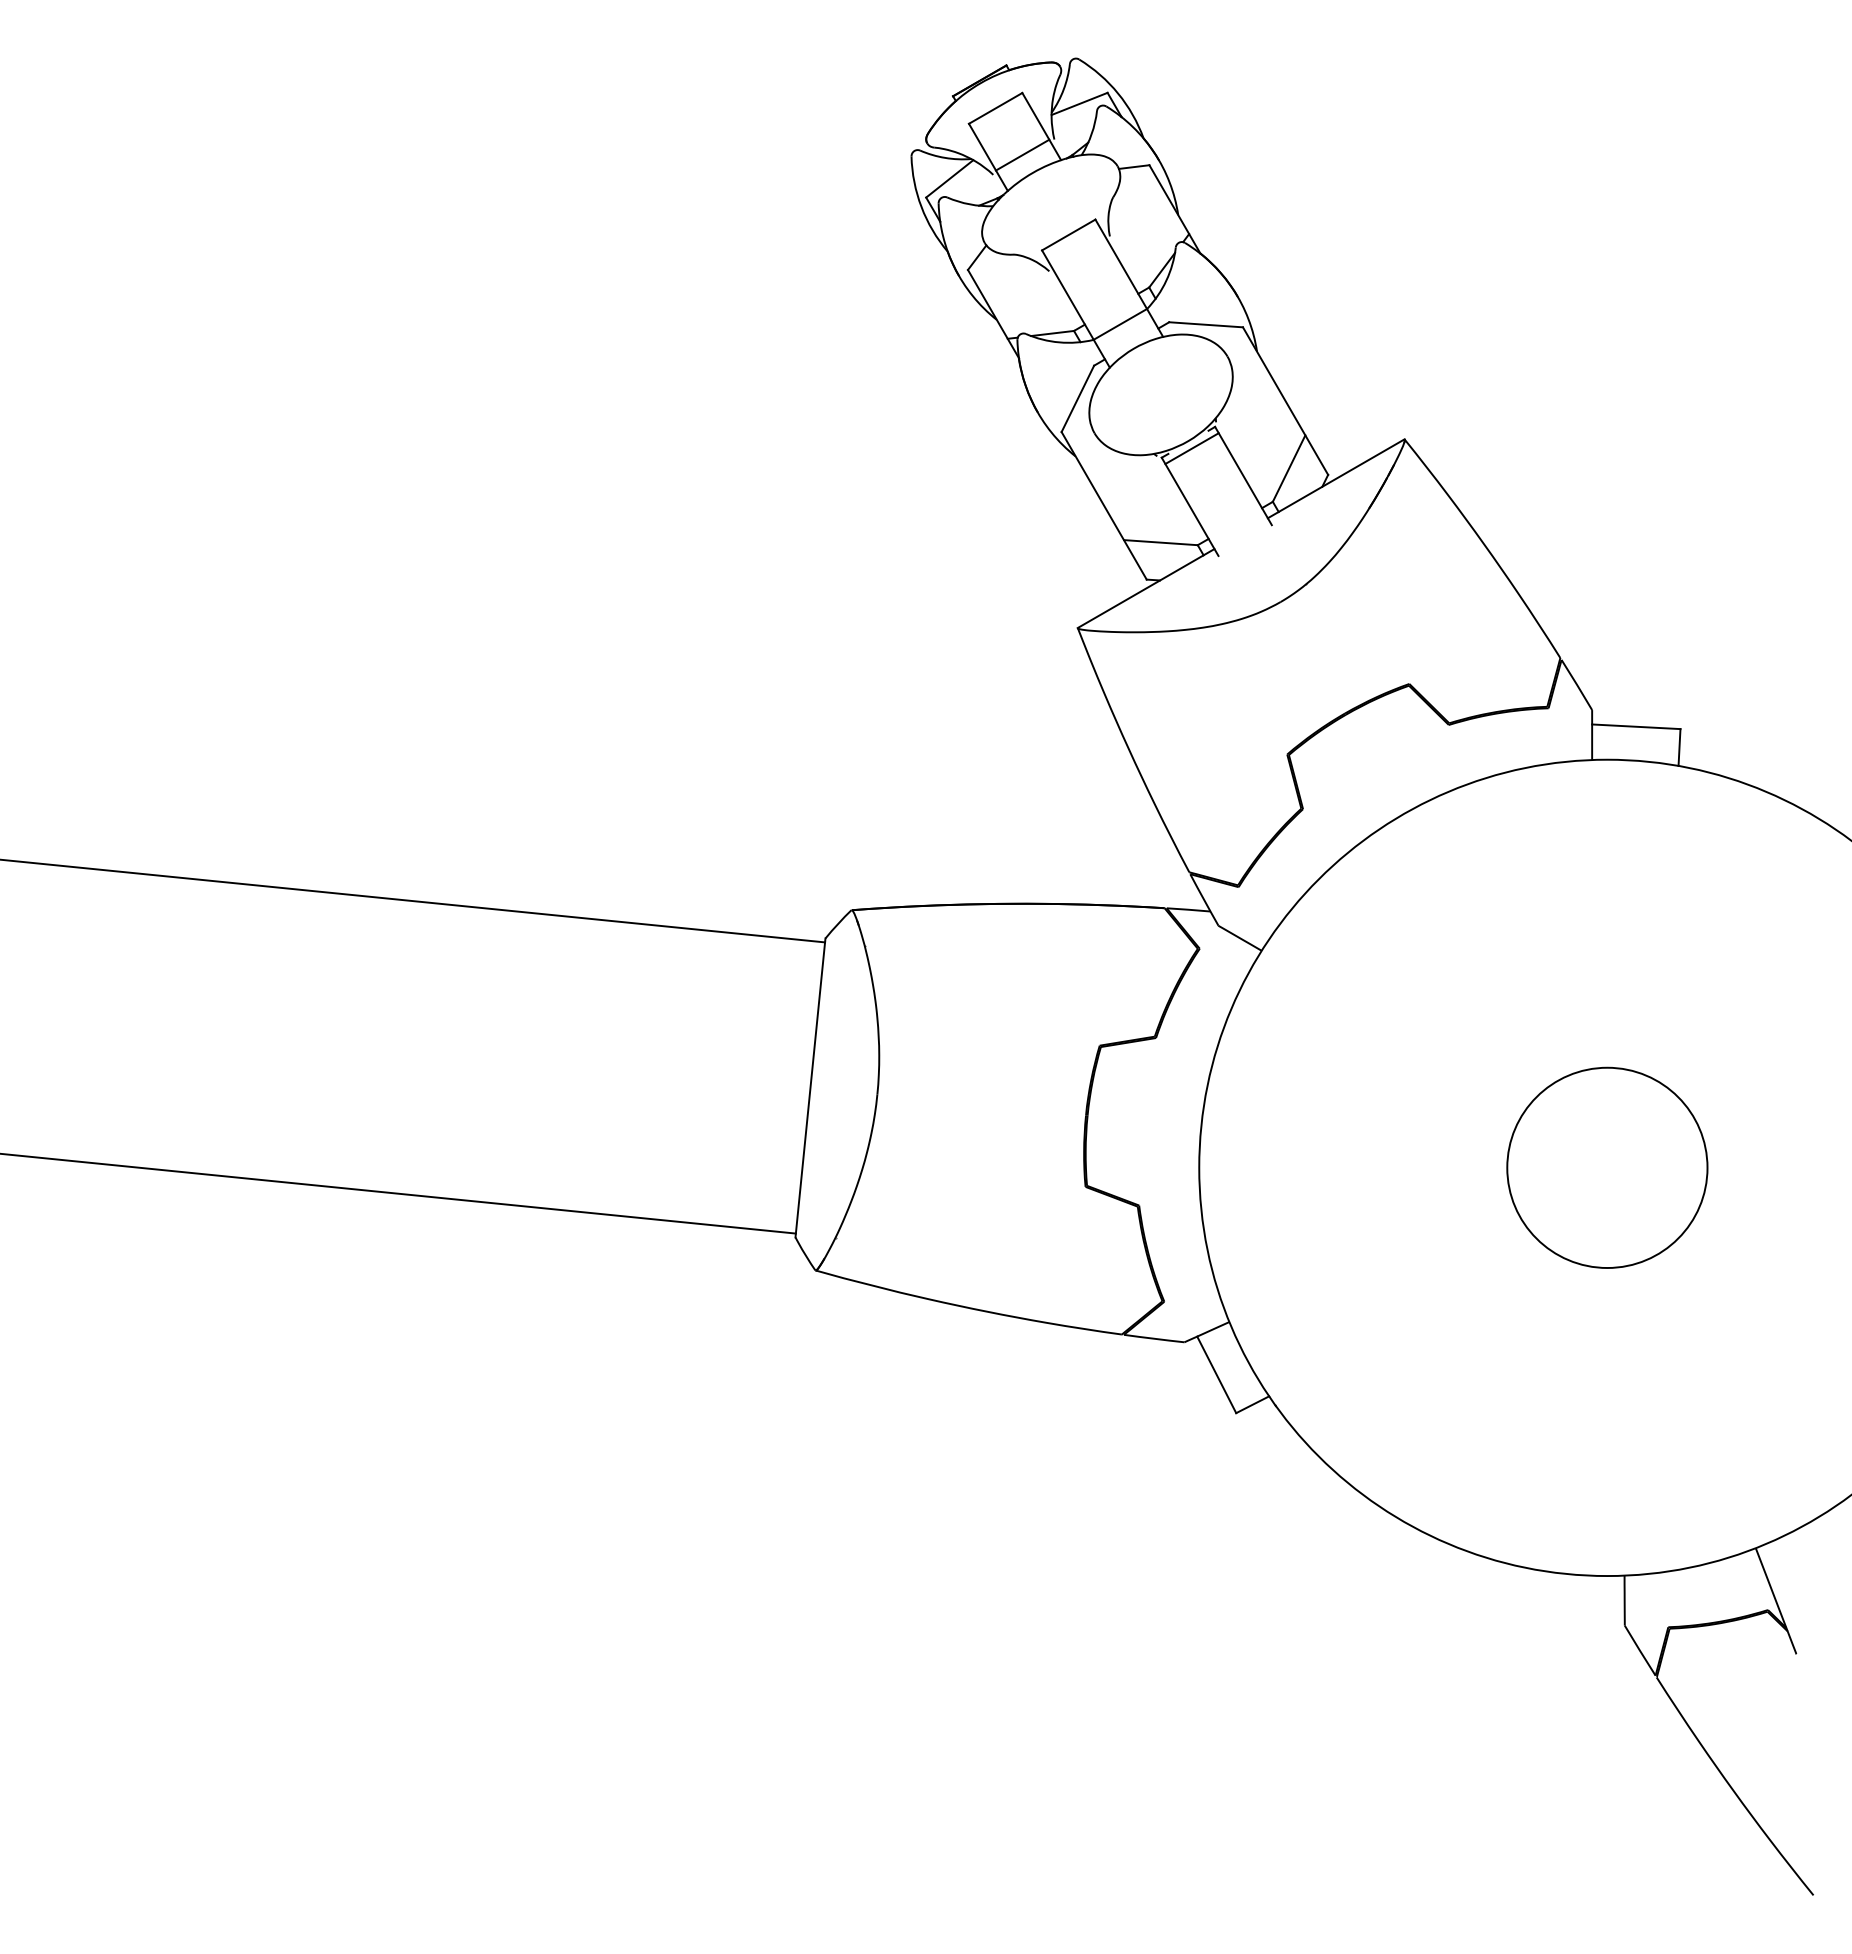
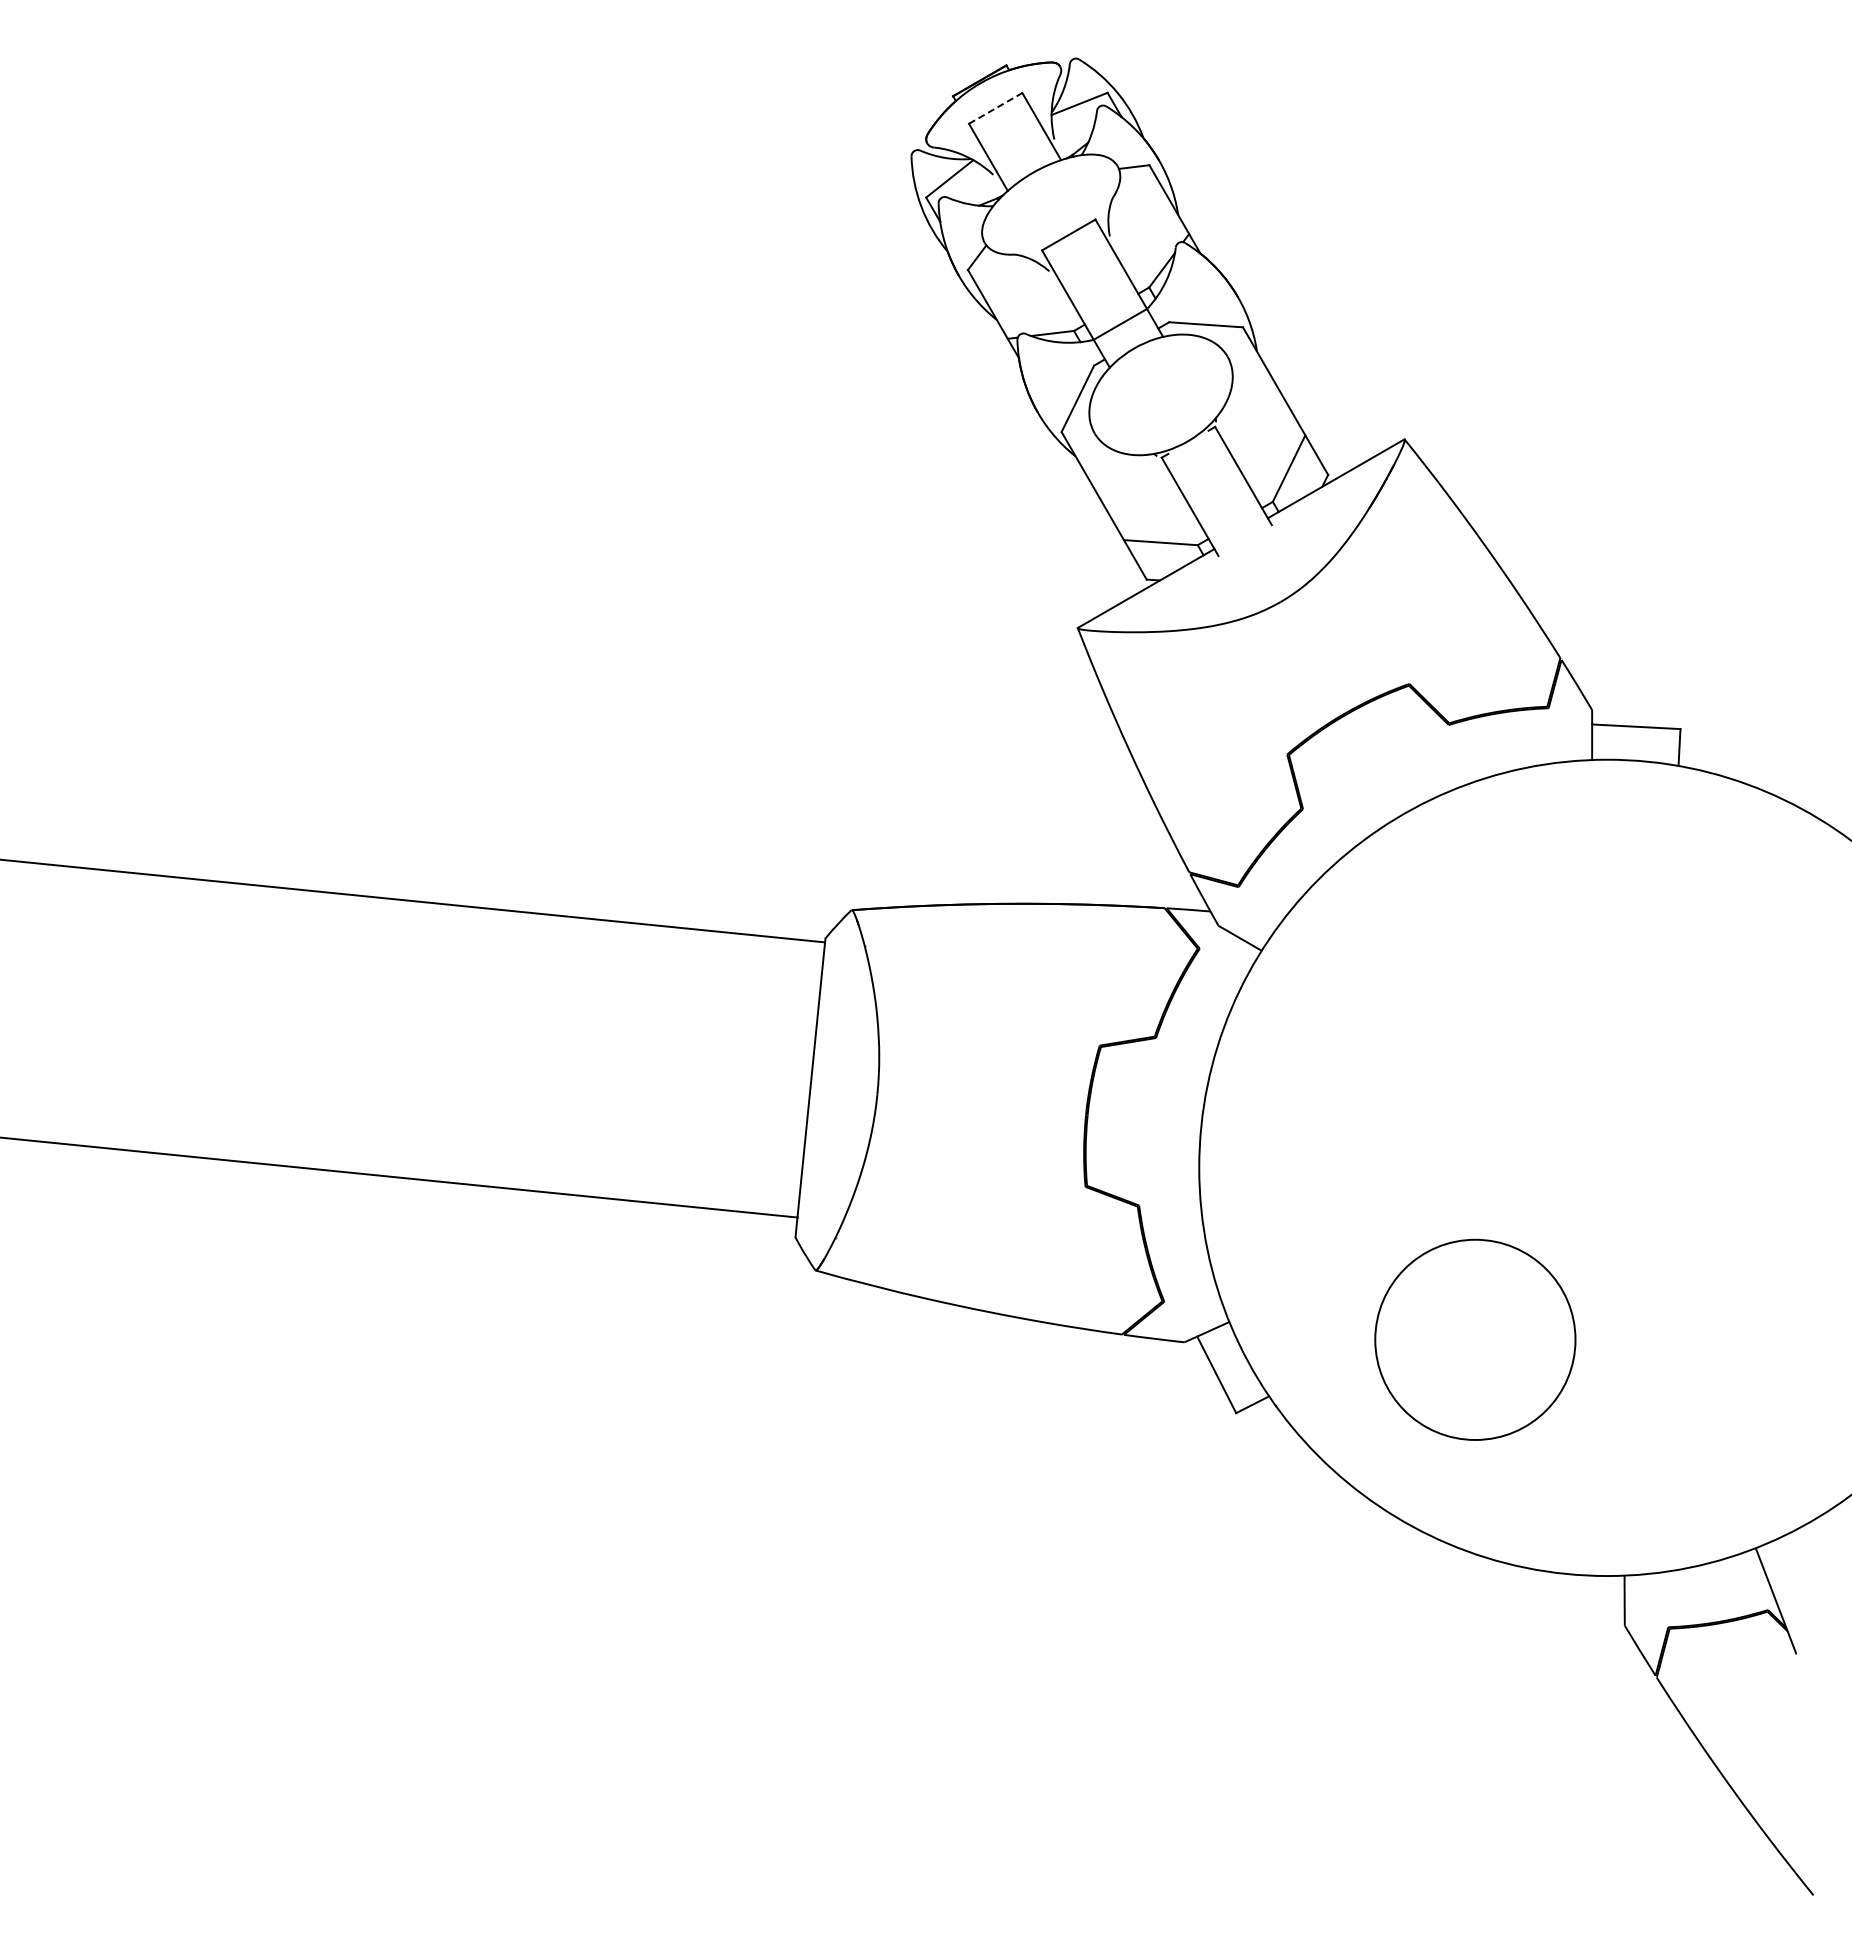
line at (995, 108): solid -> dashed
line at (1022, 154): present -> none
line at (1191, 448): present -> none
circle at (1607, 1167) position: (1607, 1167) -> (1475, 1339)
line at (398, 1193) position: (398, 1193) -> (399, 1177)
